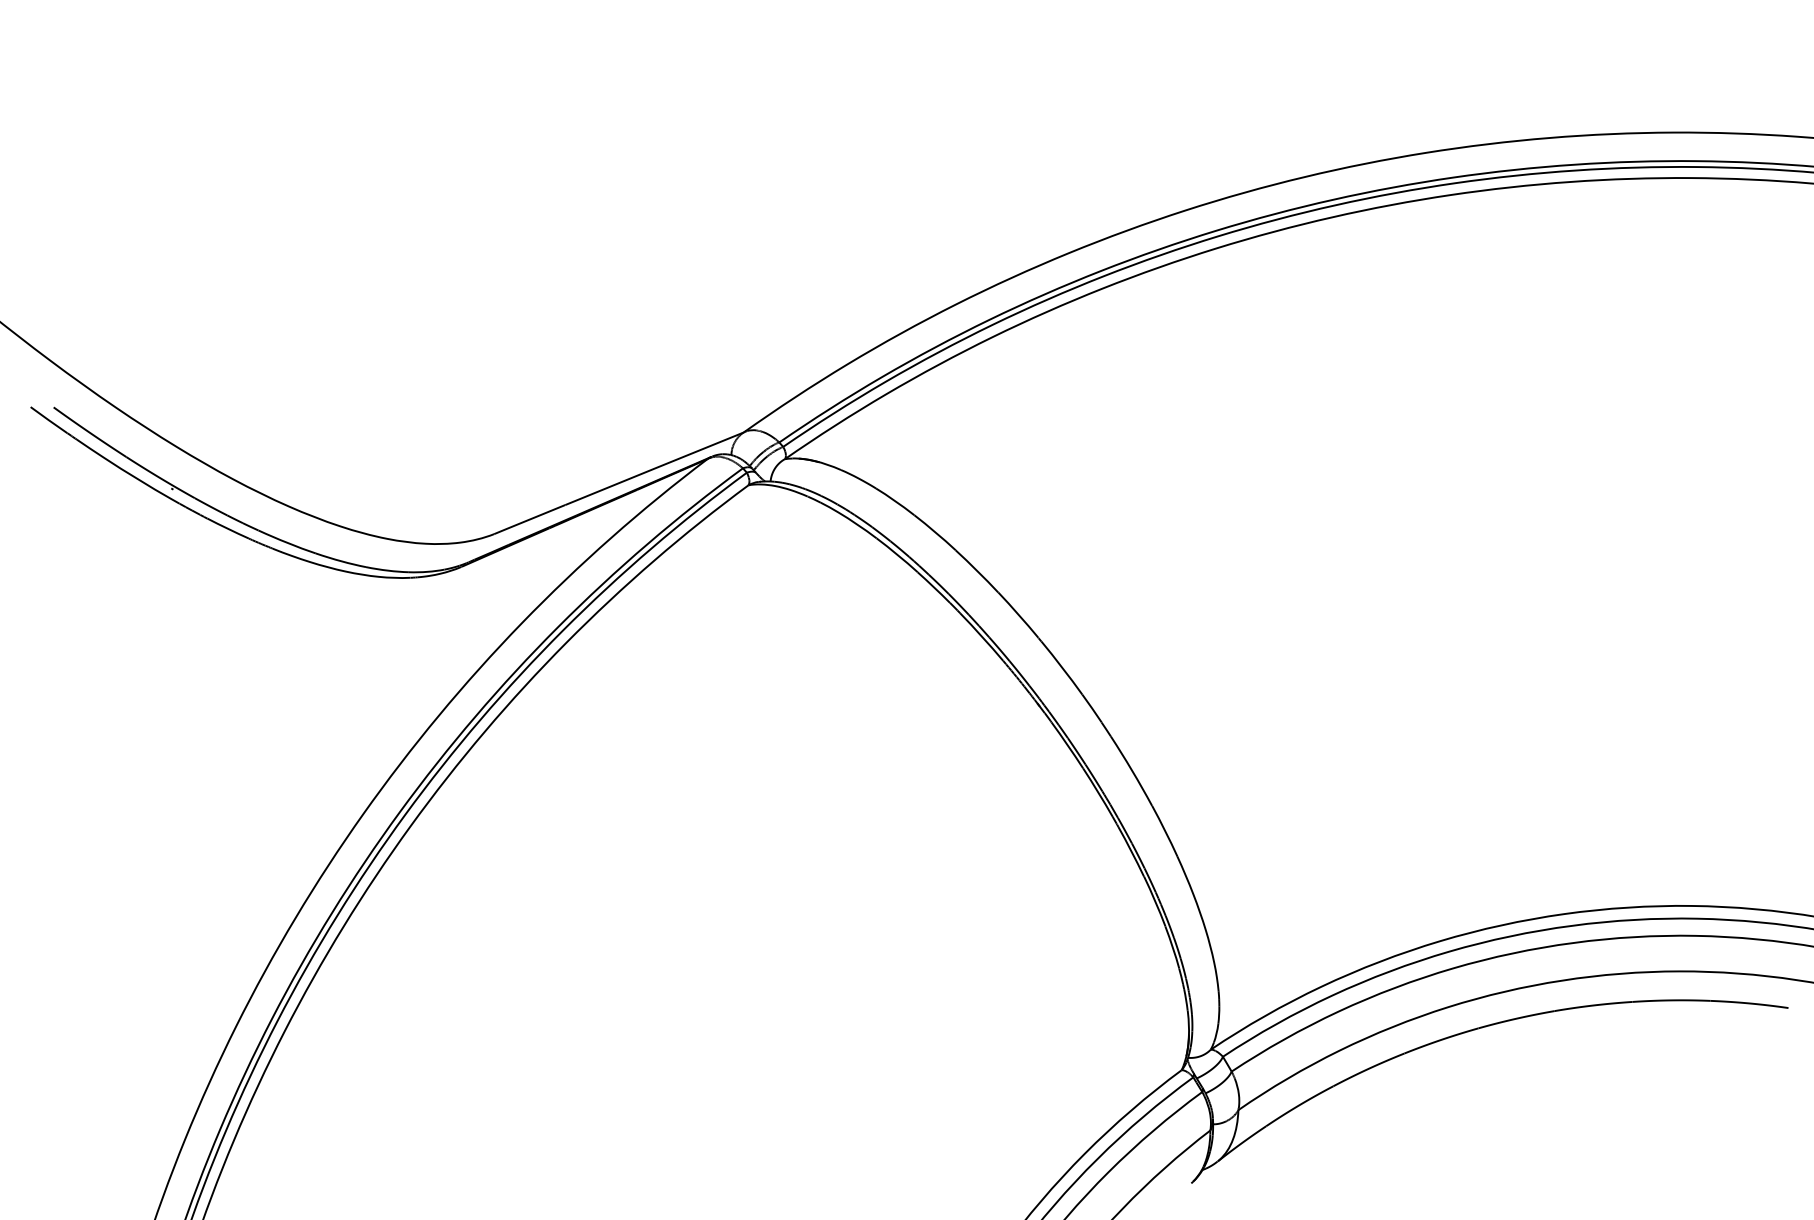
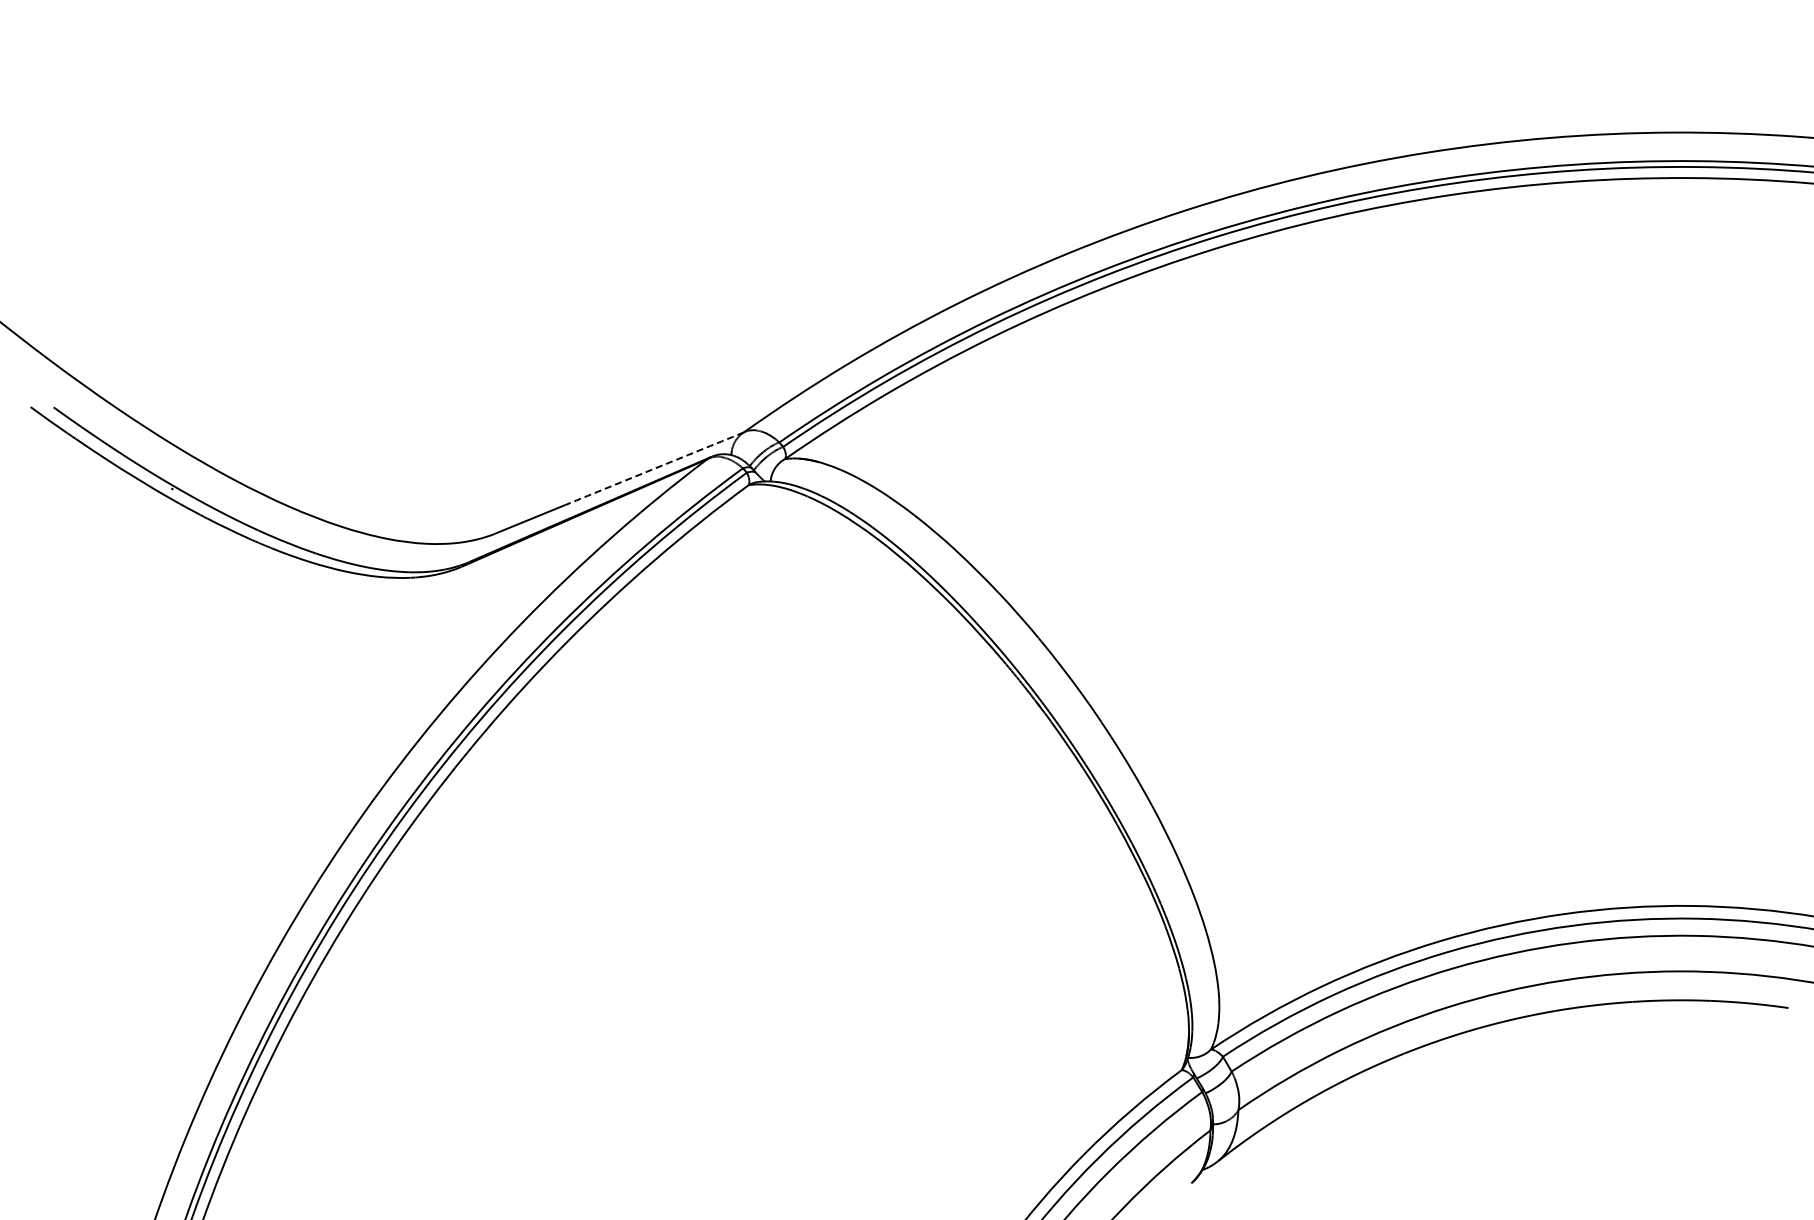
arc at (654, 468): solid -> dashed
